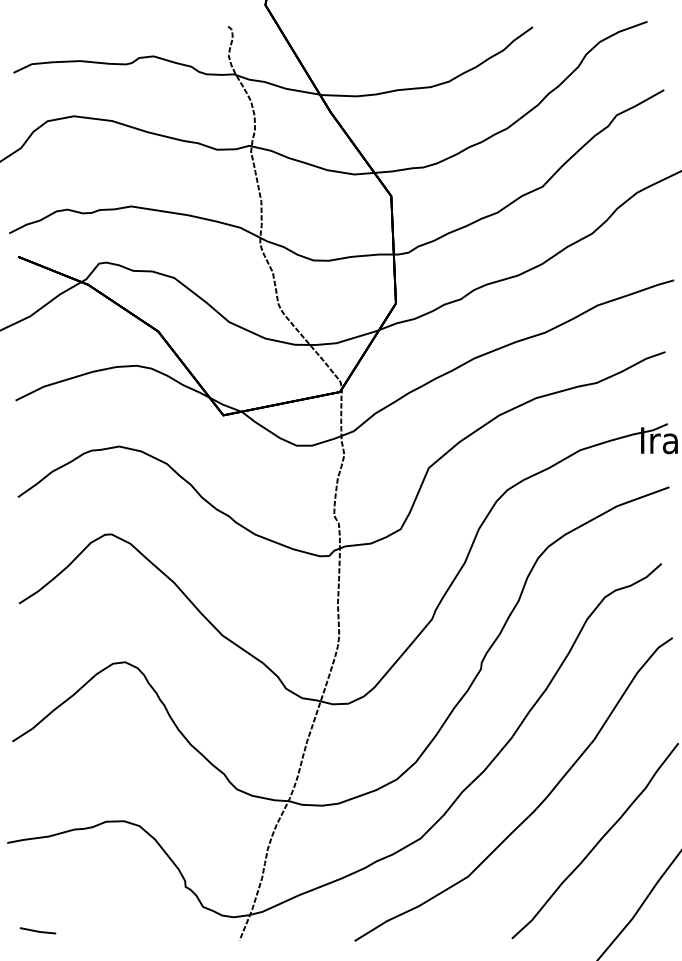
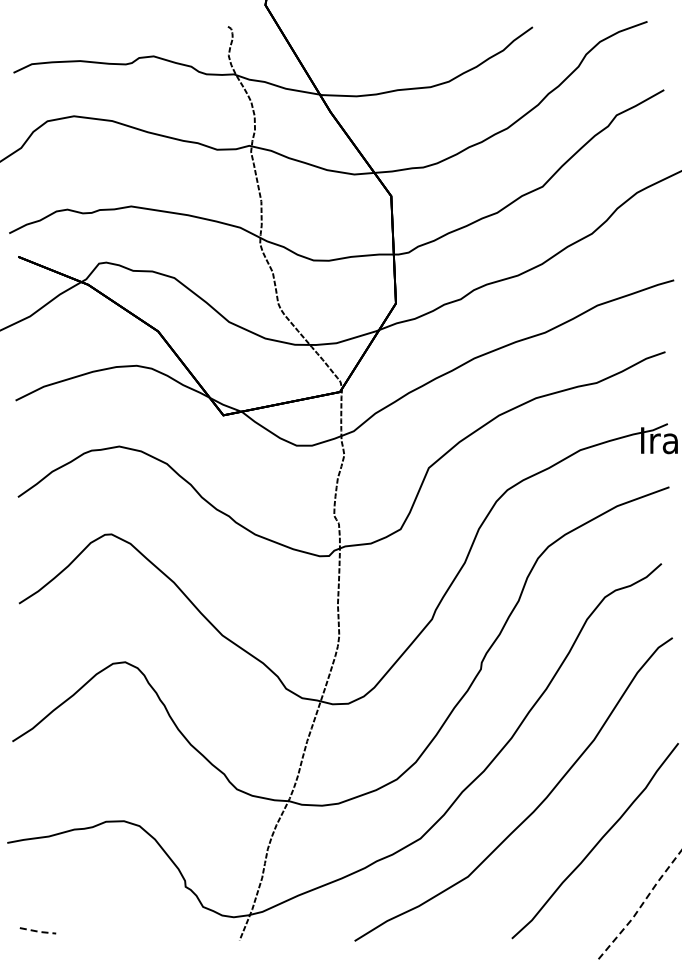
line at (640, 906): solid -> dashed
line at (39, 931): solid -> dashed
